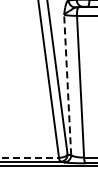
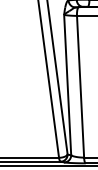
line at (67, 84): dashed -> solid
line at (30, 157): dashed -> solid
